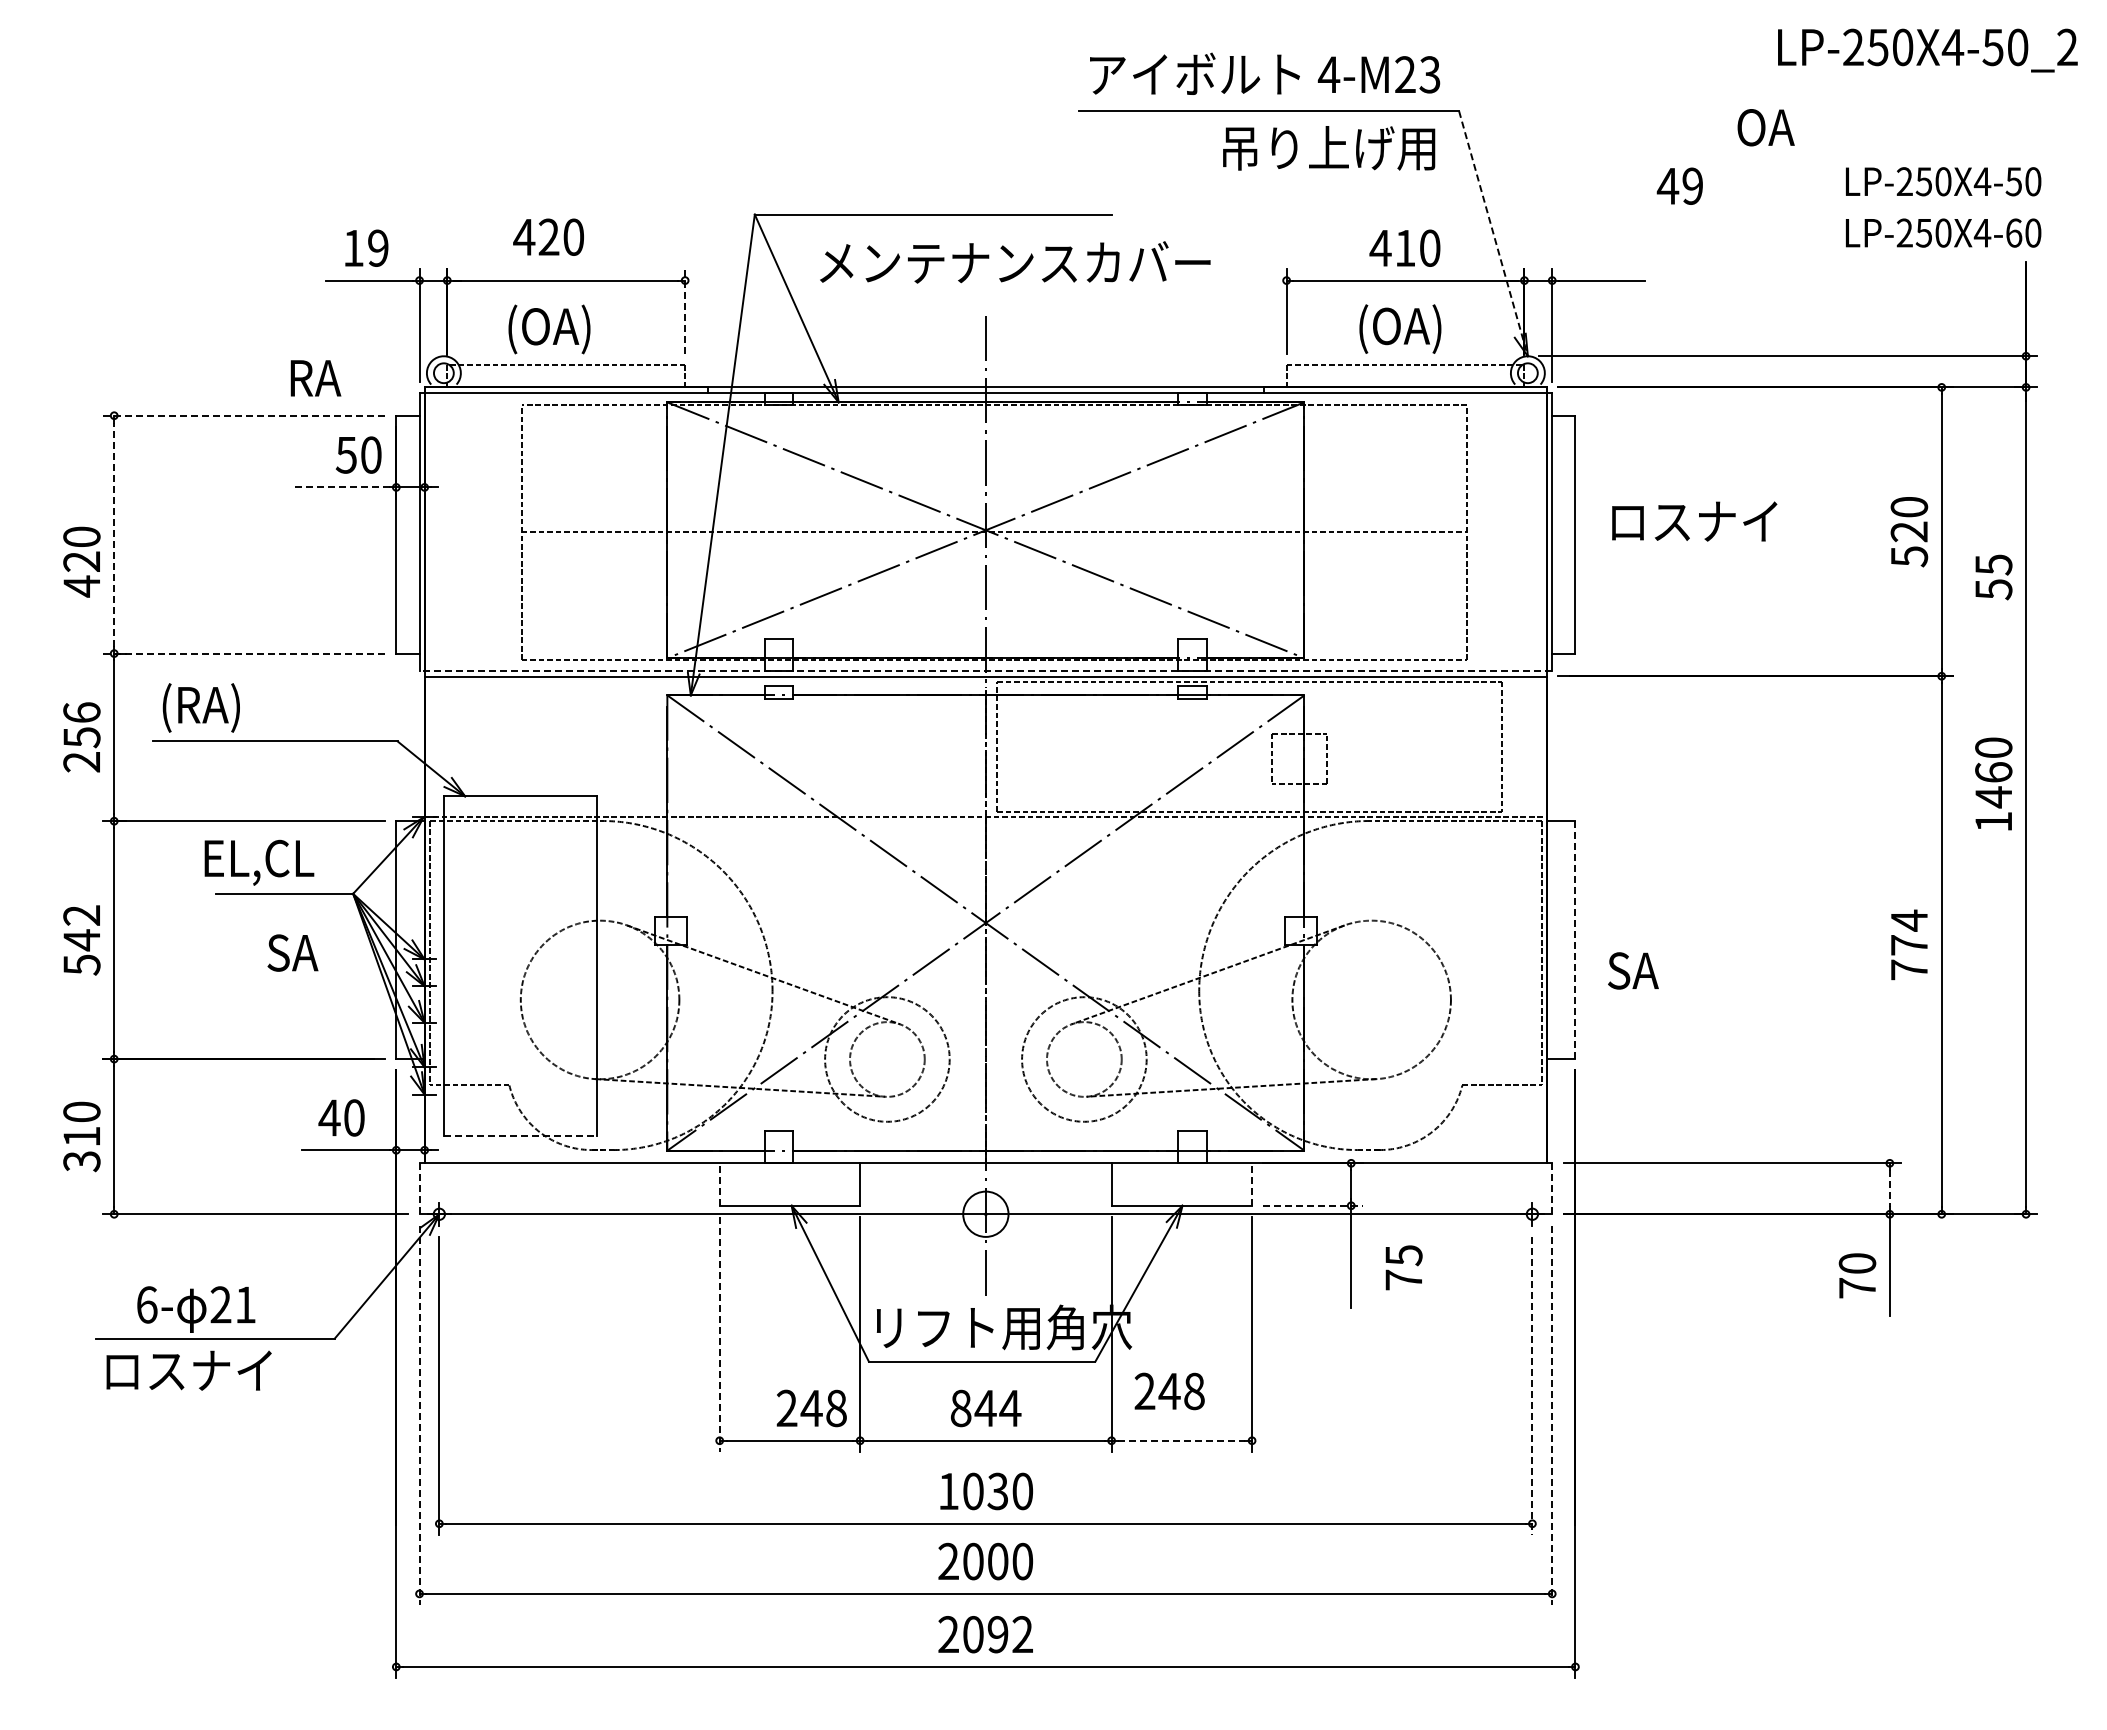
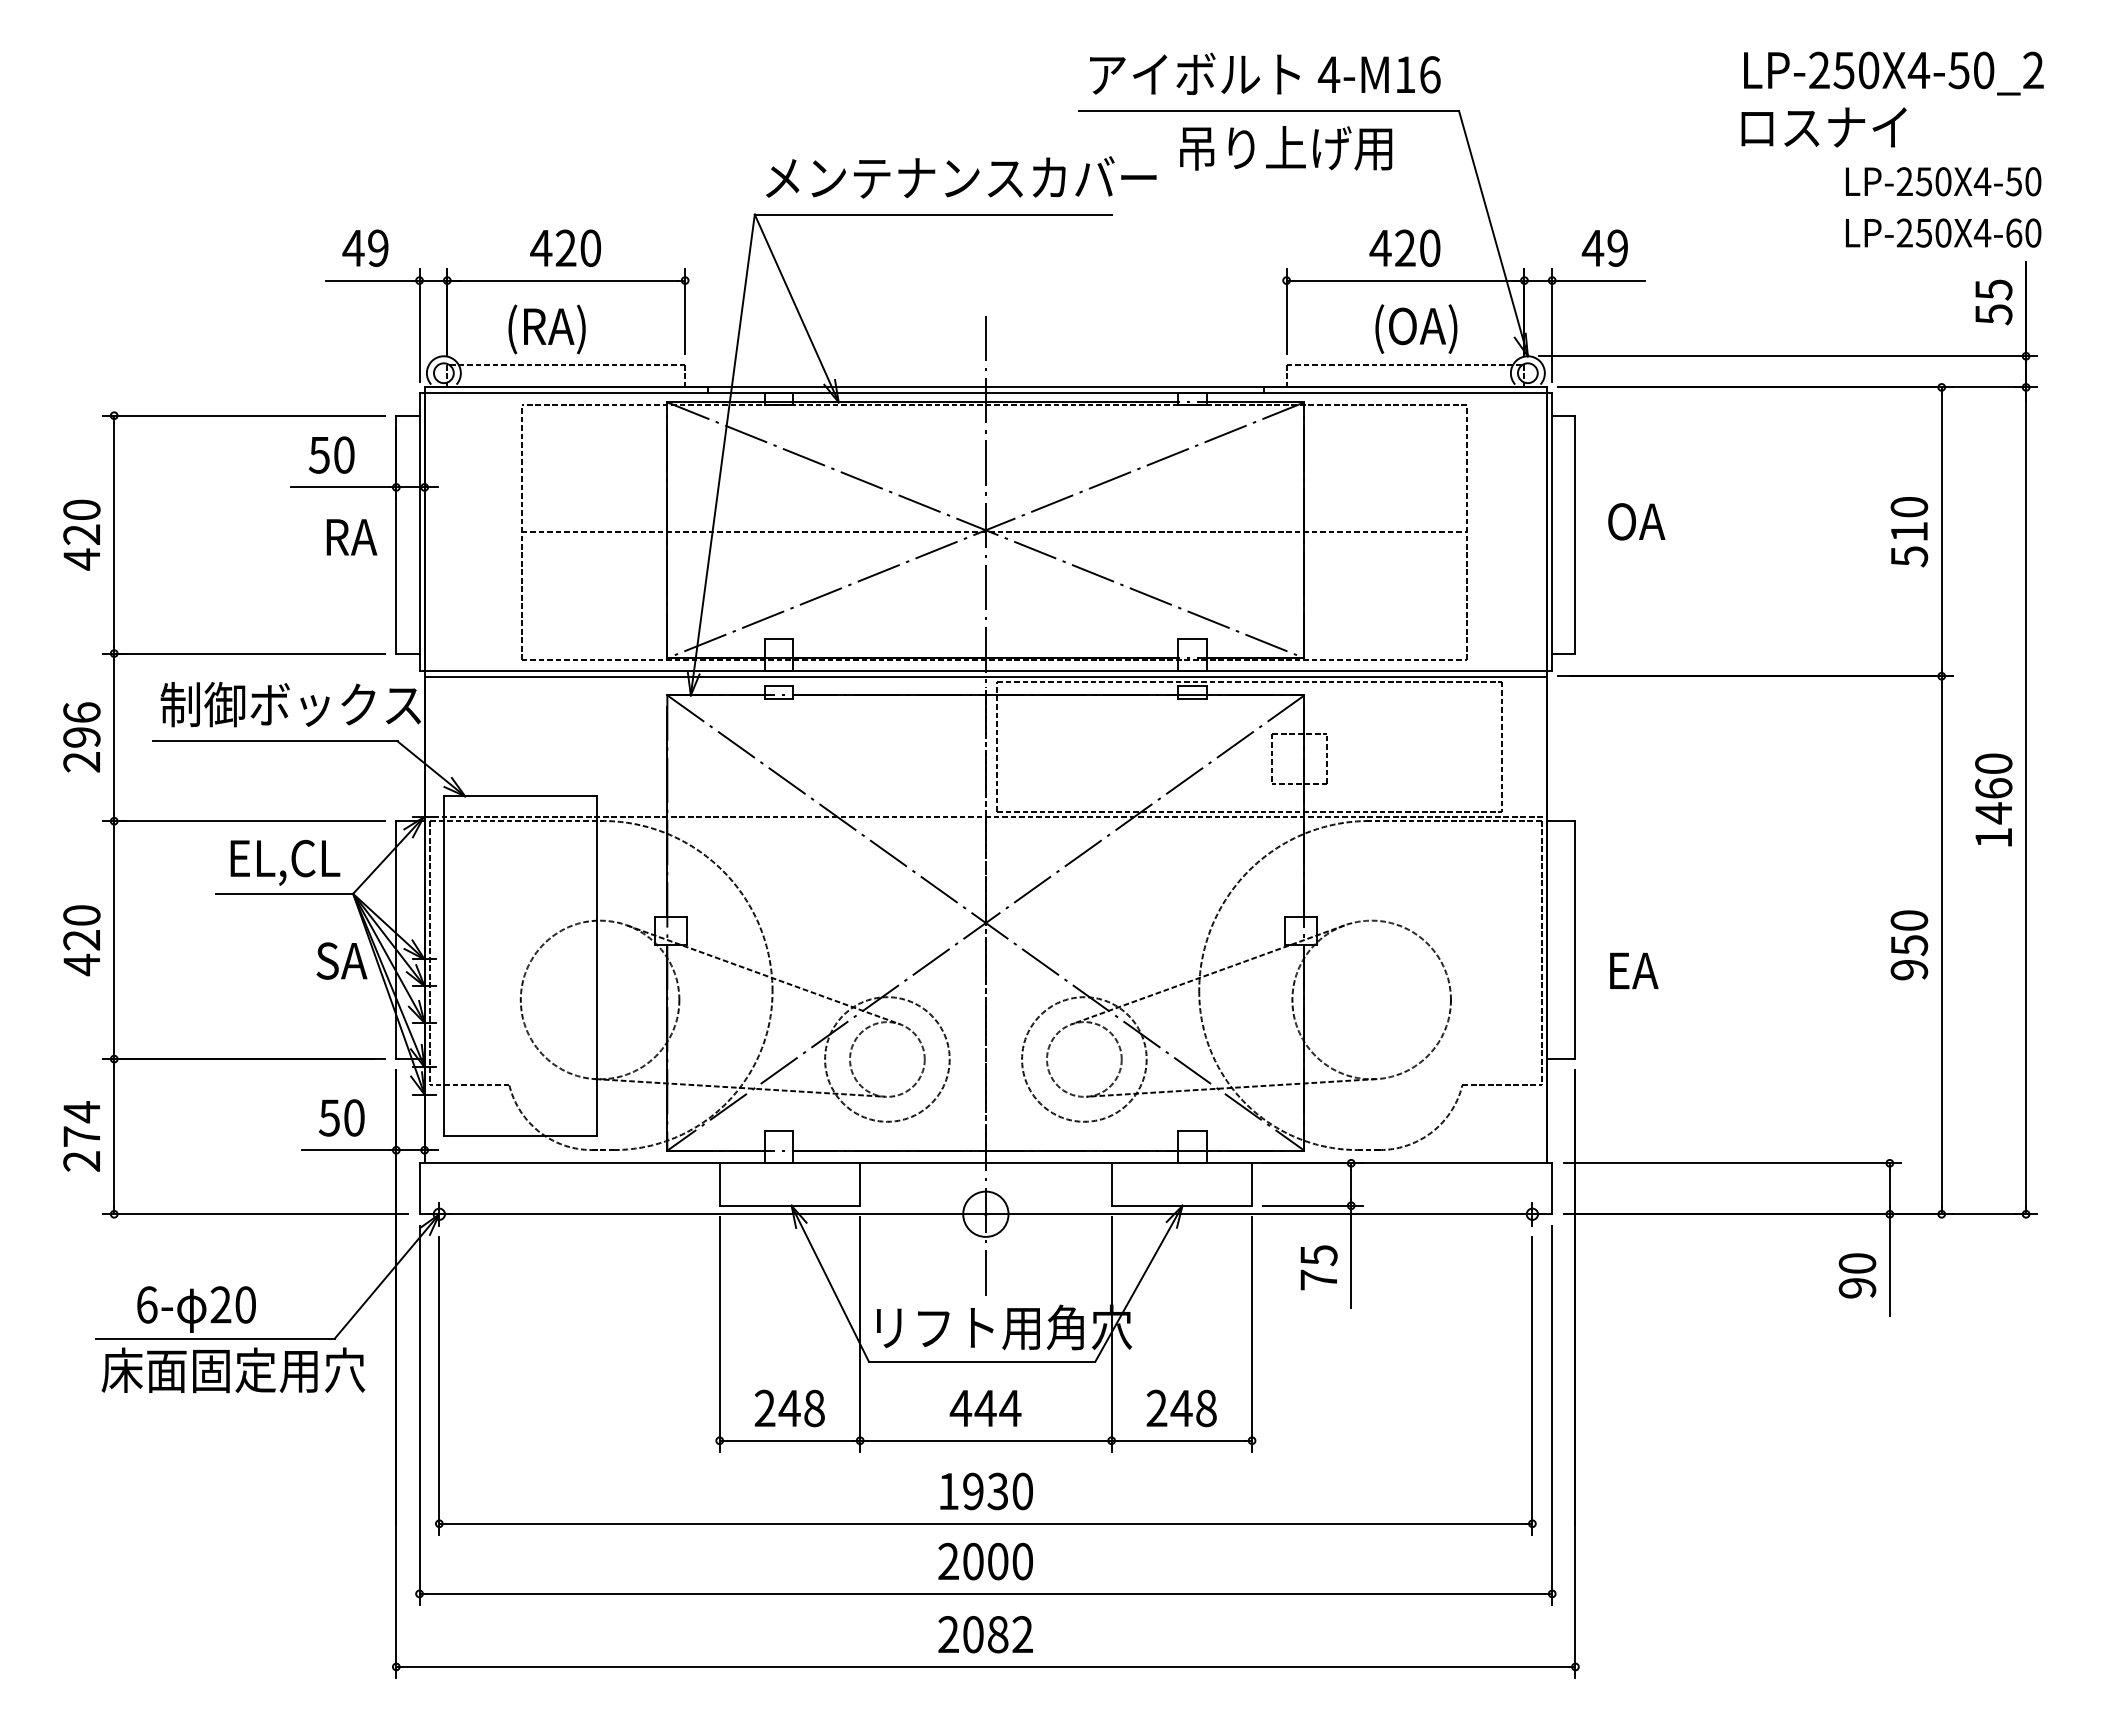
text at (1927, 50) position: (1927, 50) -> (1893, 73)
text at (1417, 74): 4-M23 -> 4-M16
text at (1821, 127): OA -> ロスナイ
text at (1329, 148) position: (1329, 148) -> (1286, 148)
text at (1679, 185) position: (1679, 185) -> (1604, 247)
line at (1493, 234): dashed -> solid
text at (548, 236) position: (548, 236) -> (565, 247)
text at (1405, 247): 410 -> 420
text at (353, 248): 19 -> 49
text at (1015, 262) position: (1015, 262) -> (961, 177)
line at (685, 310): dashed -> solid
text at (1400, 328) position: (1400, 328) -> (1416, 328)
text at (556, 329): (OA) -> (RA)
text at (315, 378) position: (315, 378) -> (351, 537)
line at (243, 415): dashed -> solid
text at (358, 454) position: (358, 454) -> (331, 454)
line at (340, 487): dashed -> solid
text at (1692, 521): ロスナイ -> OA
text at (1908, 531): 520 -> 510
line at (114, 534): dashed -> solid
text at (81, 561) position: (81, 561) -> (81, 534)
text at (1993, 577) position: (1993, 577) -> (1993, 302)
line at (243, 653): dashed -> solid
line at (985, 671): dashed -> solid
text at (290, 707): (RA) -> 制御ボックス
text at (81, 737): 256 -> 296
text at (1993, 783) position: (1993, 783) -> (1993, 799)
text at (259, 862) position: (259, 862) -> (285, 862)
text at (81, 940): 542 -> 420
line at (1575, 940): dashed -> solid
text at (1909, 944): 774 -> 950
text at (292, 952) position: (292, 952) -> (341, 960)
text at (1633, 970): SA -> EA
text at (329, 1117): 40 -> 50
text at (81, 1136): 310 -> 274
line at (521, 1136): dashed -> solid
line at (719, 1184): dashed -> solid
line at (1252, 1184): dashed -> solid
line at (1889, 1188): dashed -> solid
line at (419, 1189): dashed -> solid
line at (1552, 1189): dashed -> solid
line at (1312, 1205): dashed -> solid
text at (1403, 1267) position: (1403, 1267) -> (1318, 1267)
text at (1857, 1288): 70 -> 90
text at (245, 1304): 21 -> 20
line at (719, 1335): dashed -> solid
text at (233, 1370): ロスナイ -> 床面固定用穴
line at (1532, 1386): dashed -> solid
text at (1169, 1391) position: (1169, 1391) -> (1181, 1408)
text at (811, 1408) position: (811, 1408) -> (789, 1408)
text at (960, 1408): 844 -> 444
line at (419, 1415): dashed -> solid
line at (1552, 1415): dashed -> solid
line at (1182, 1440): dashed -> solid
text at (973, 1491): 1030 -> 1930
text at (997, 1634): 2092 -> 2082
